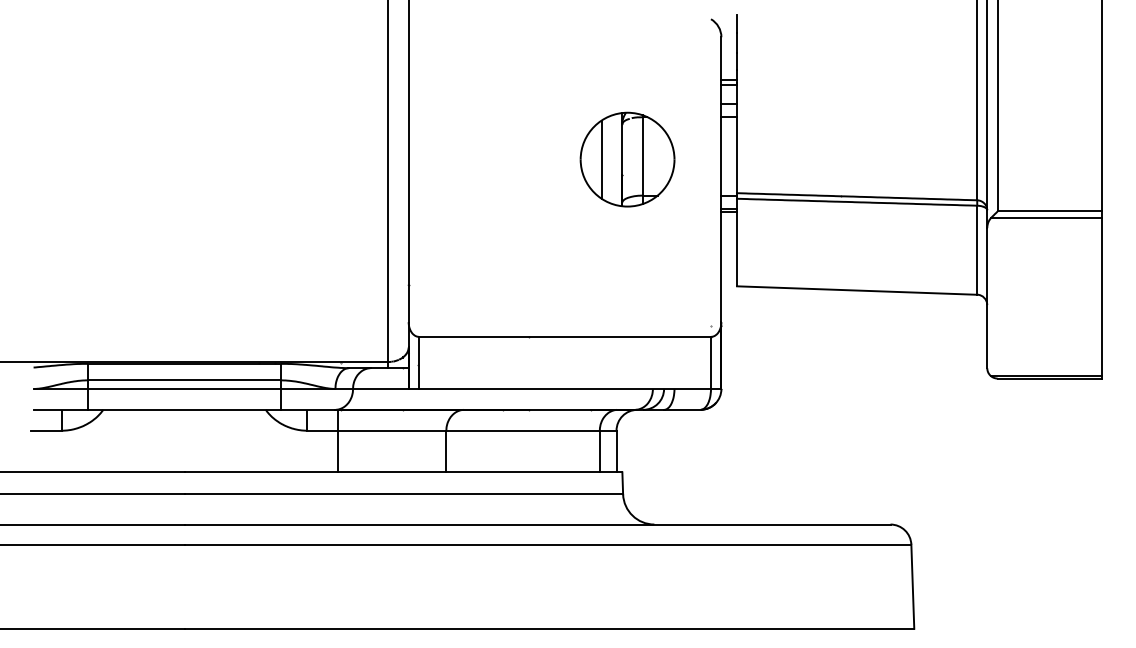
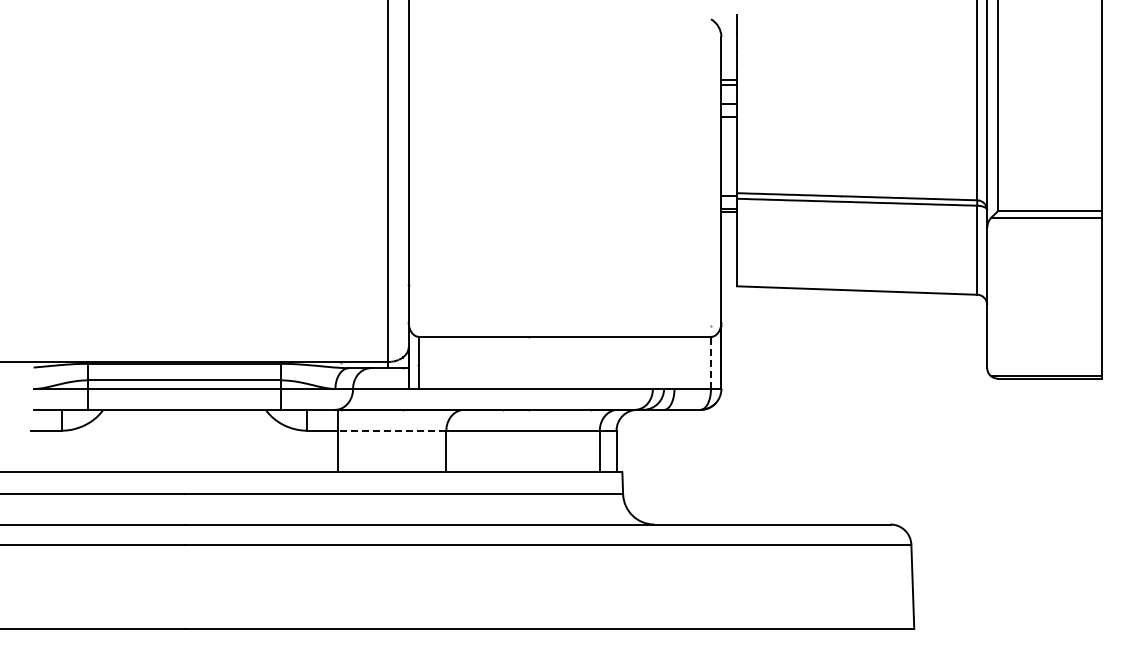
part at (627, 159): present -> none
line at (710, 362): solid -> dashed
line at (391, 430): solid -> dashed
